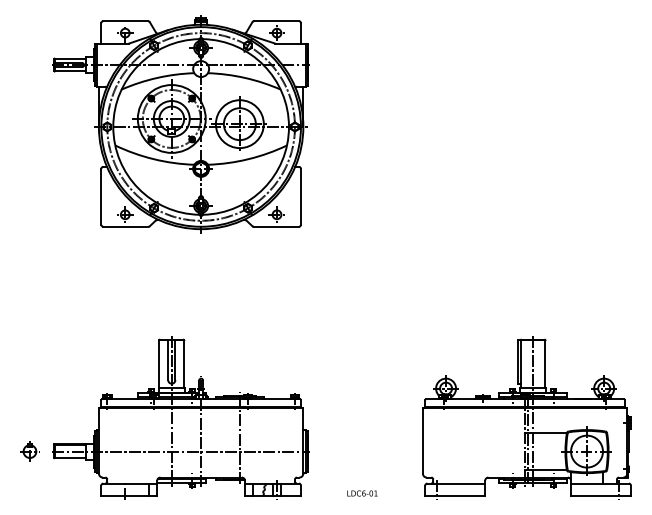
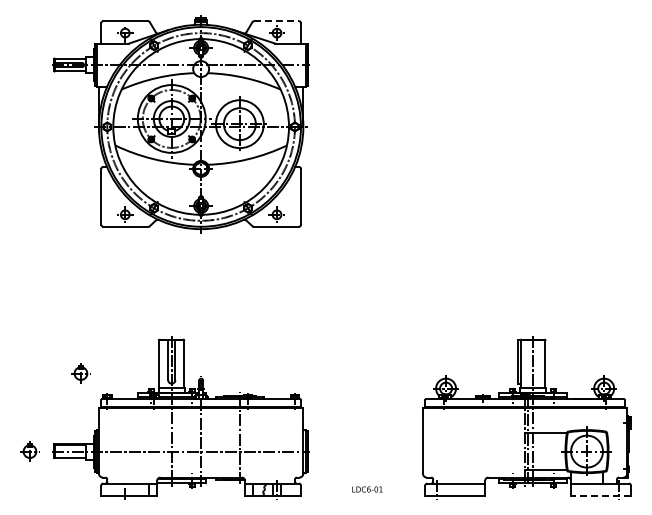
line at (277, 21): solid -> dashed
part at (80, 373): none -> present
text at (362, 493) position: (362, 493) -> (367, 489)
line at (600, 495): solid -> dashed
